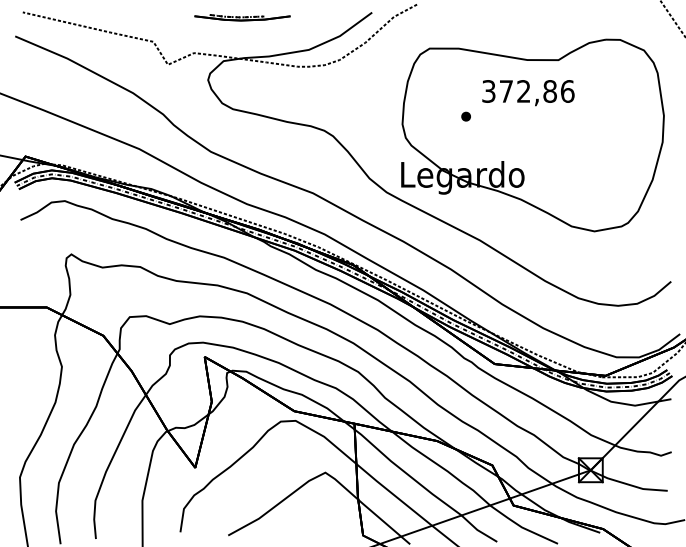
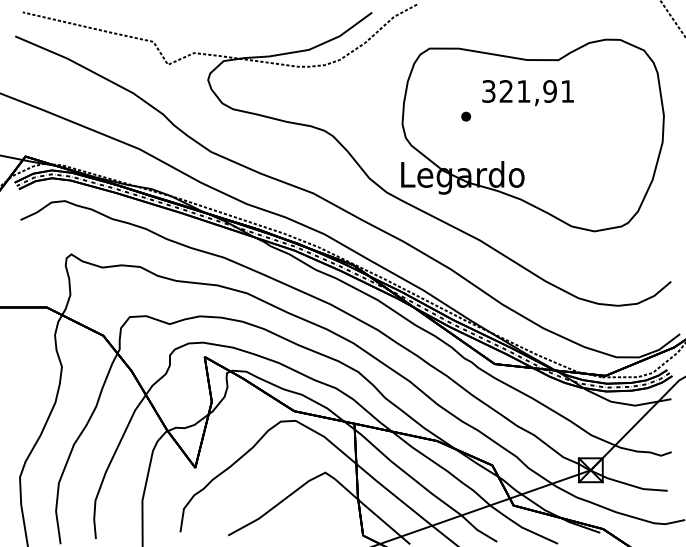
part at (242, 17): present -> none
text at (536, 91): 372,86 -> 321,91
